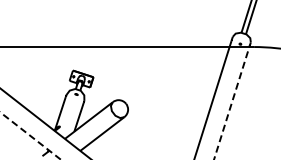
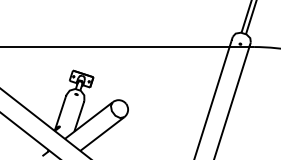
line at (231, 103): dashed -> solid
line at (31, 136): dashed -> solid
